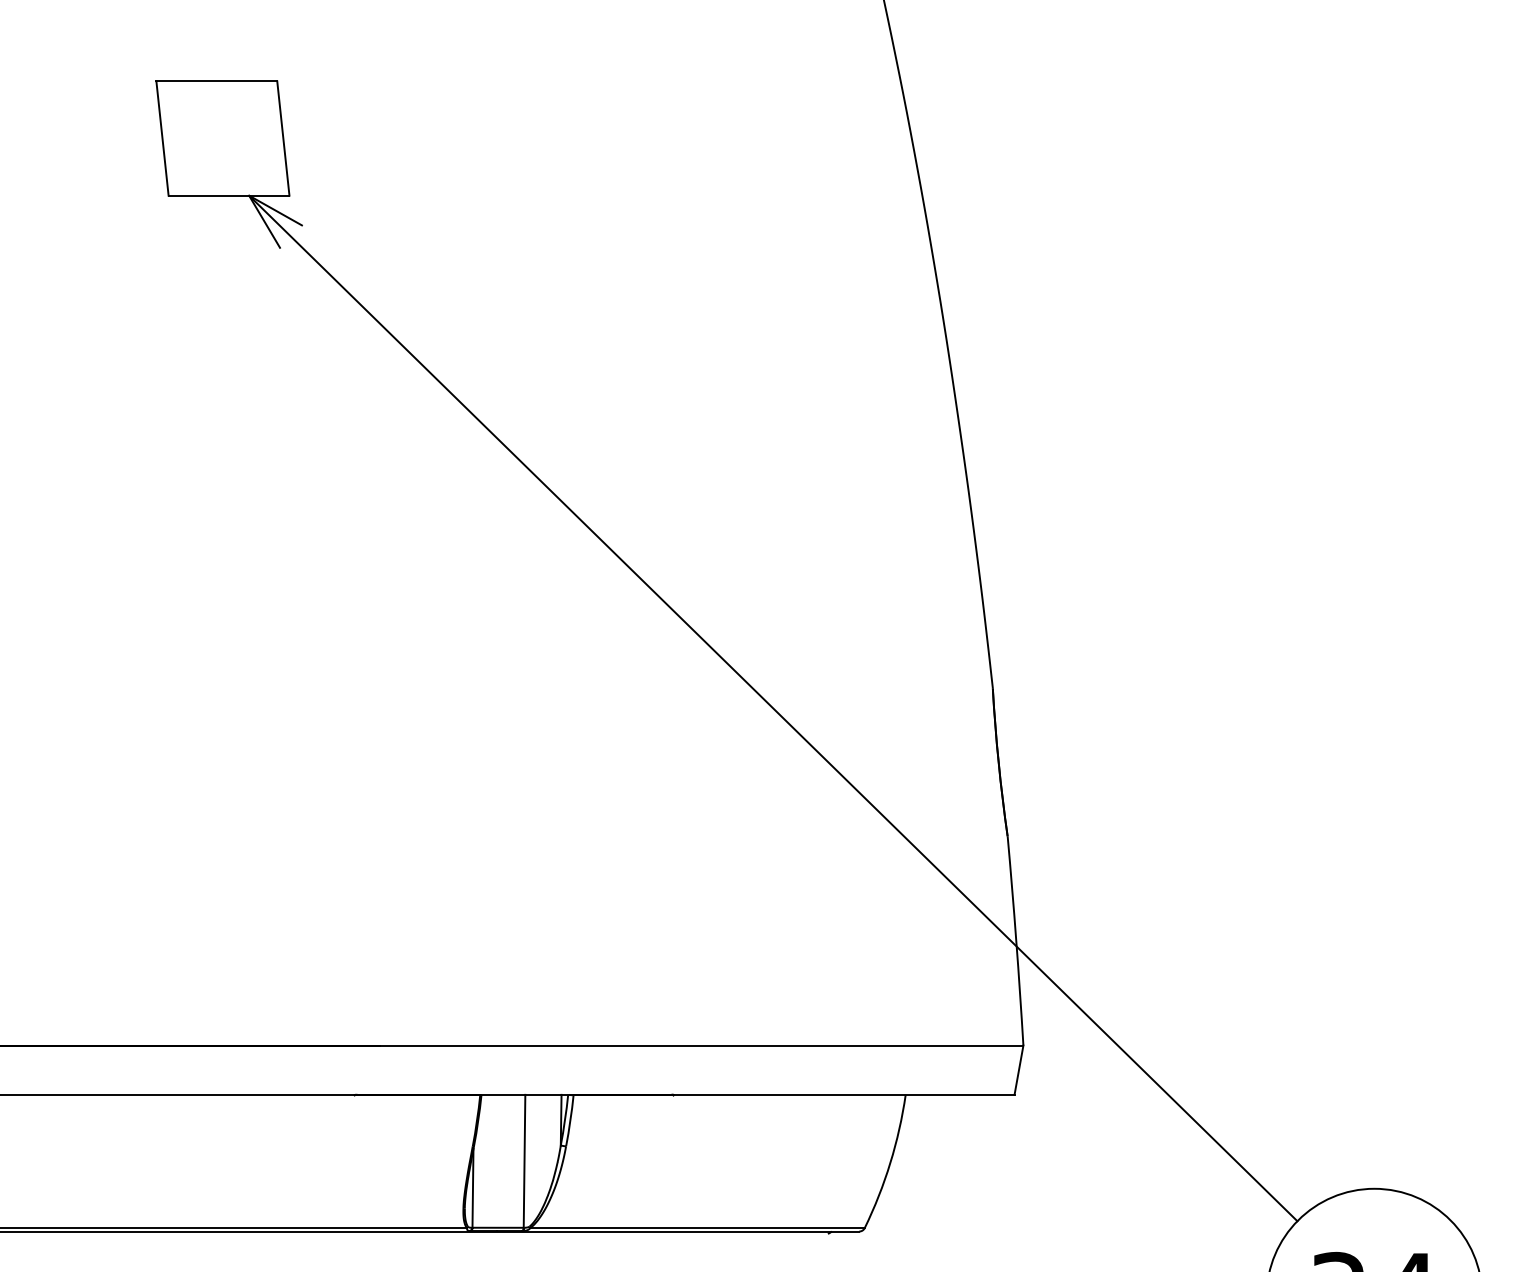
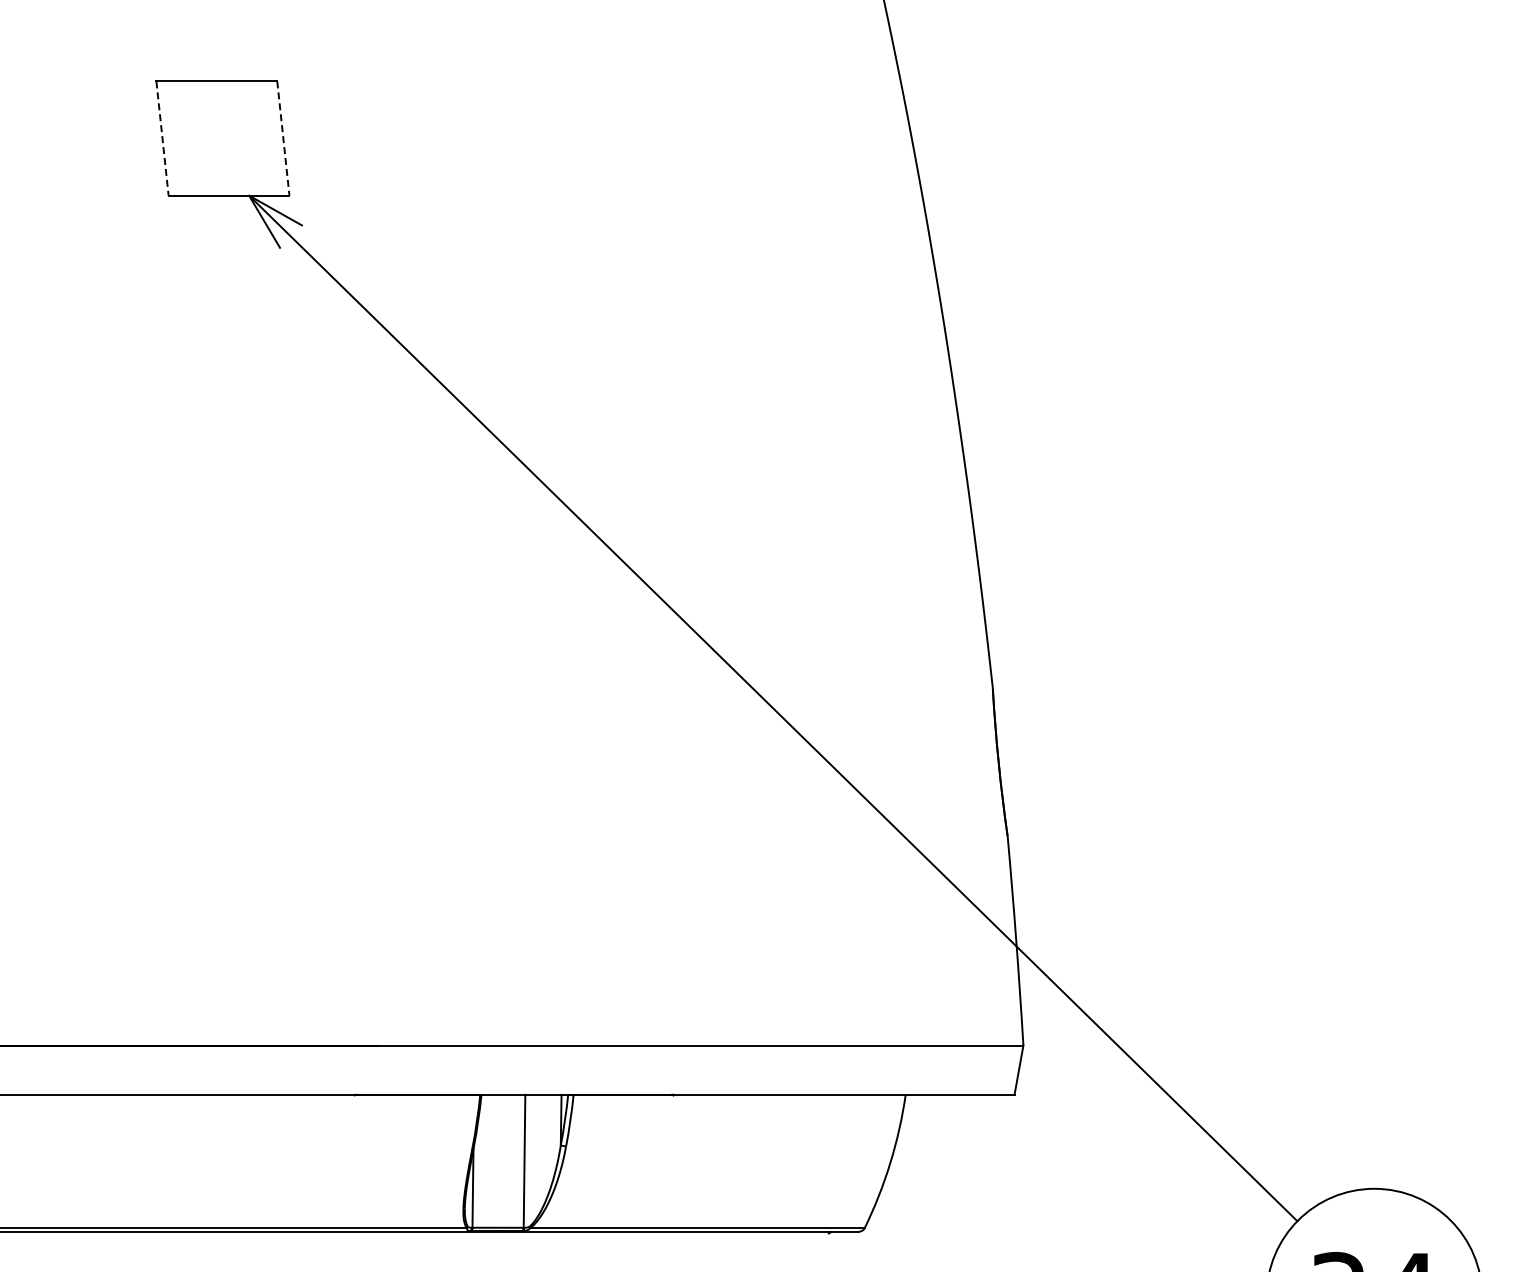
line at (162, 139): solid -> dashed
line at (283, 139): solid -> dashed
